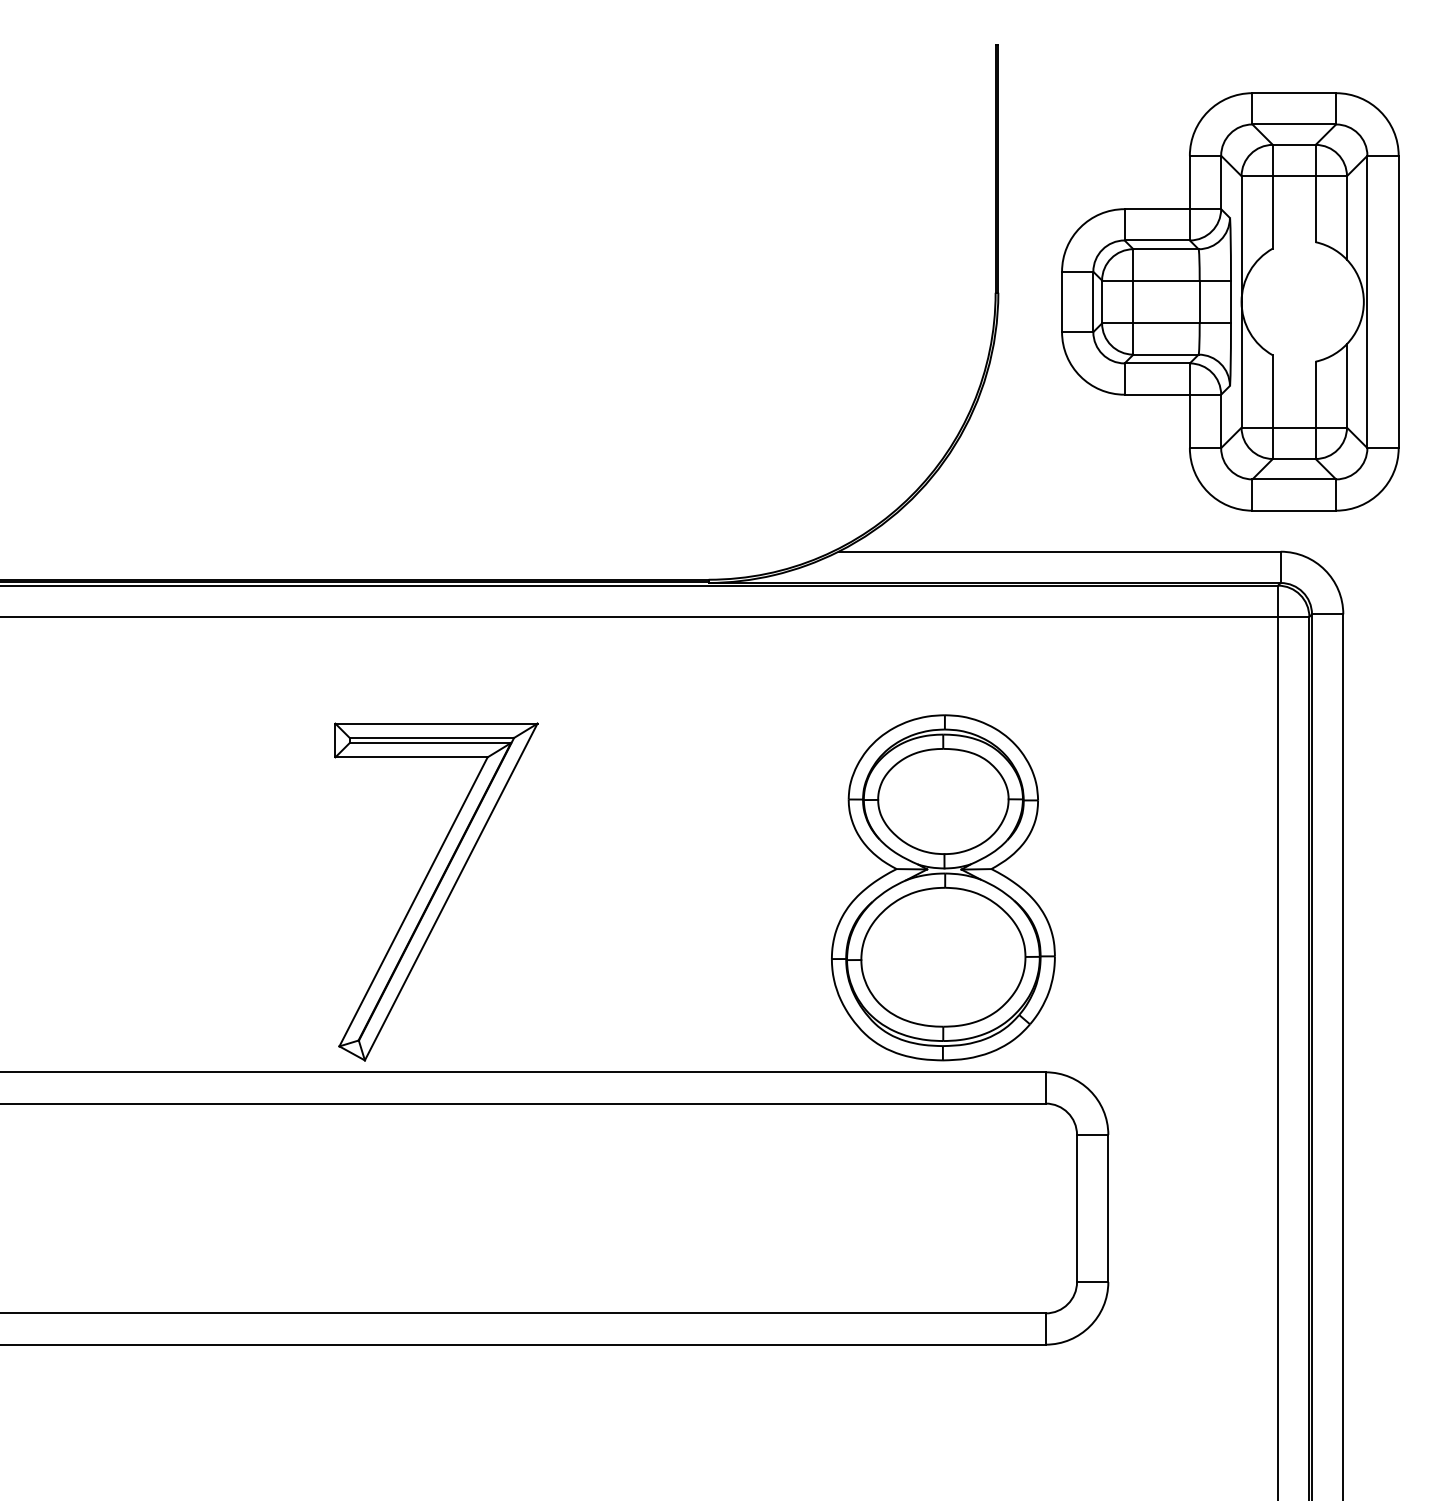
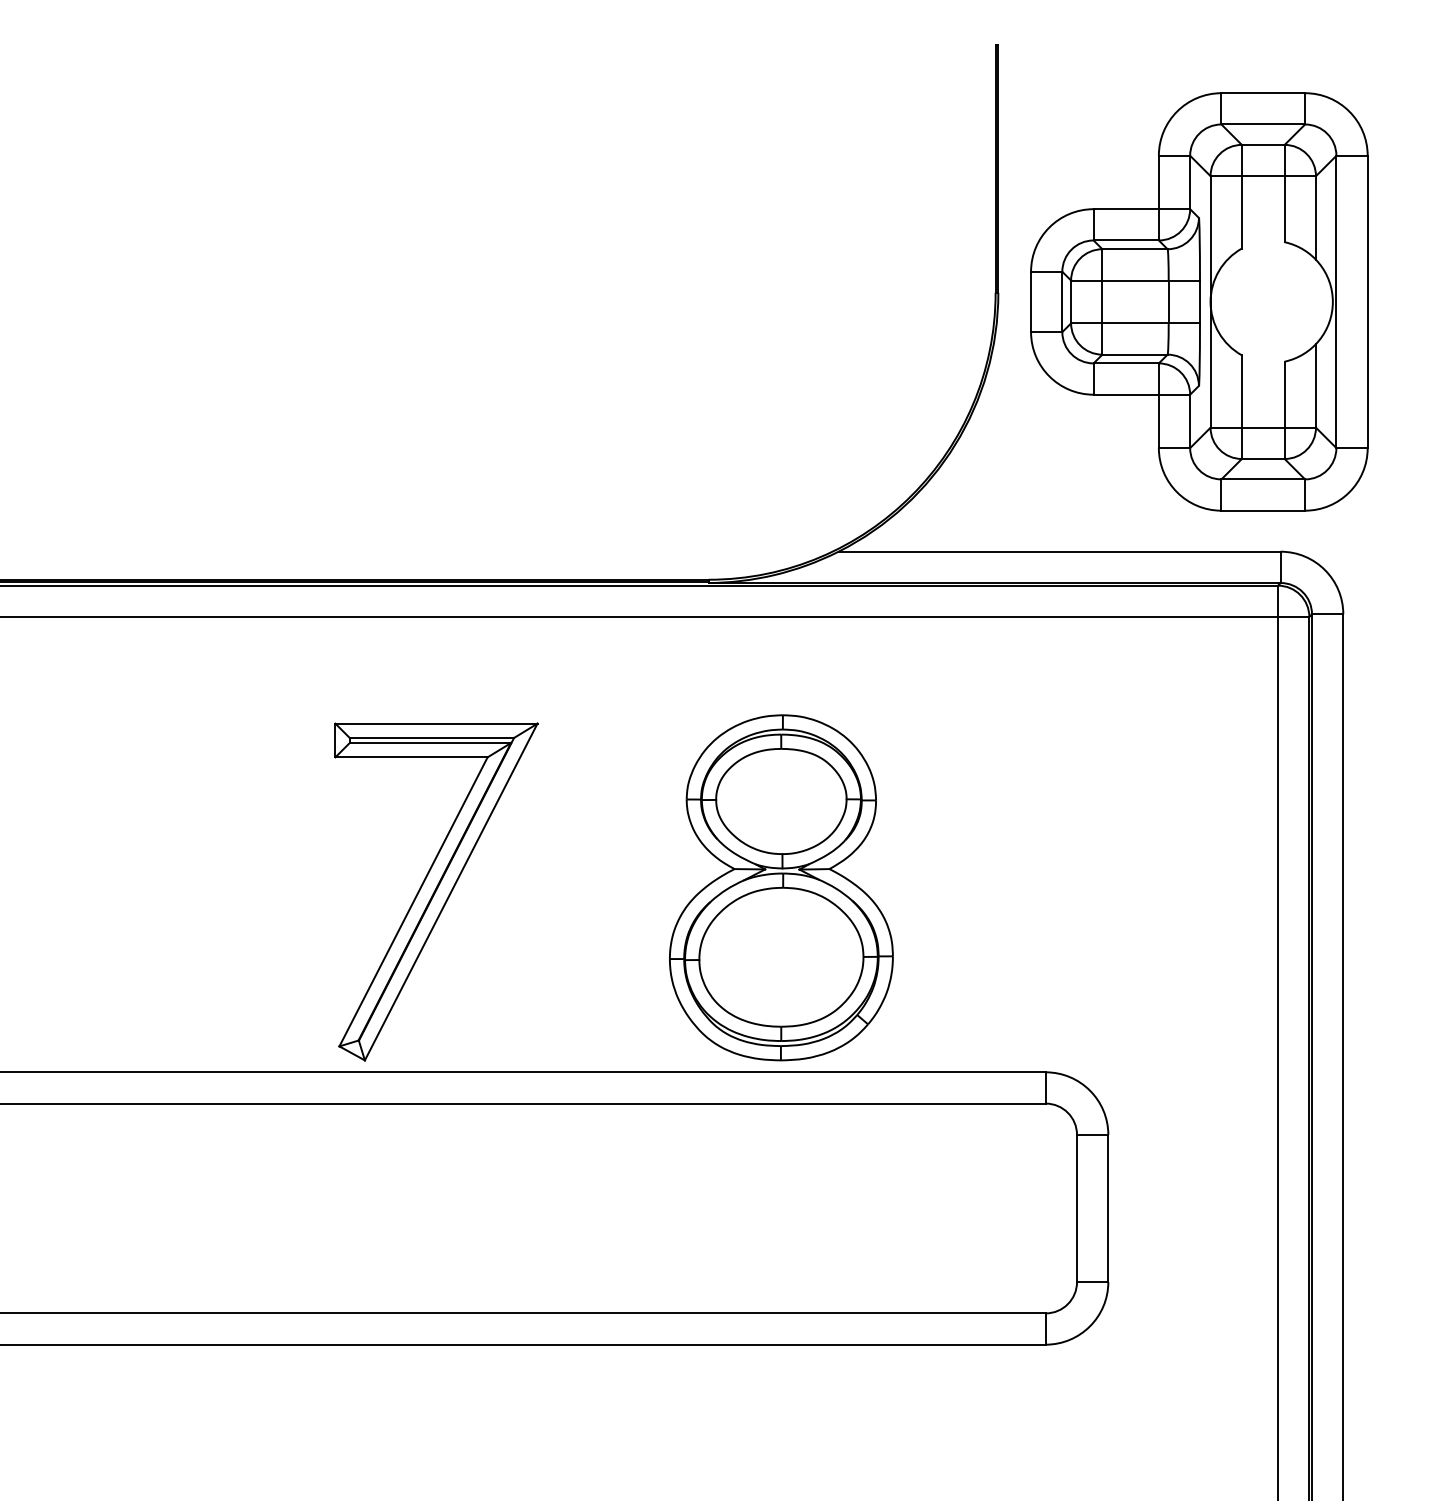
part at (1230, 301) position: (1230, 301) -> (1199, 301)
part at (943, 887) position: (943, 887) -> (781, 887)
